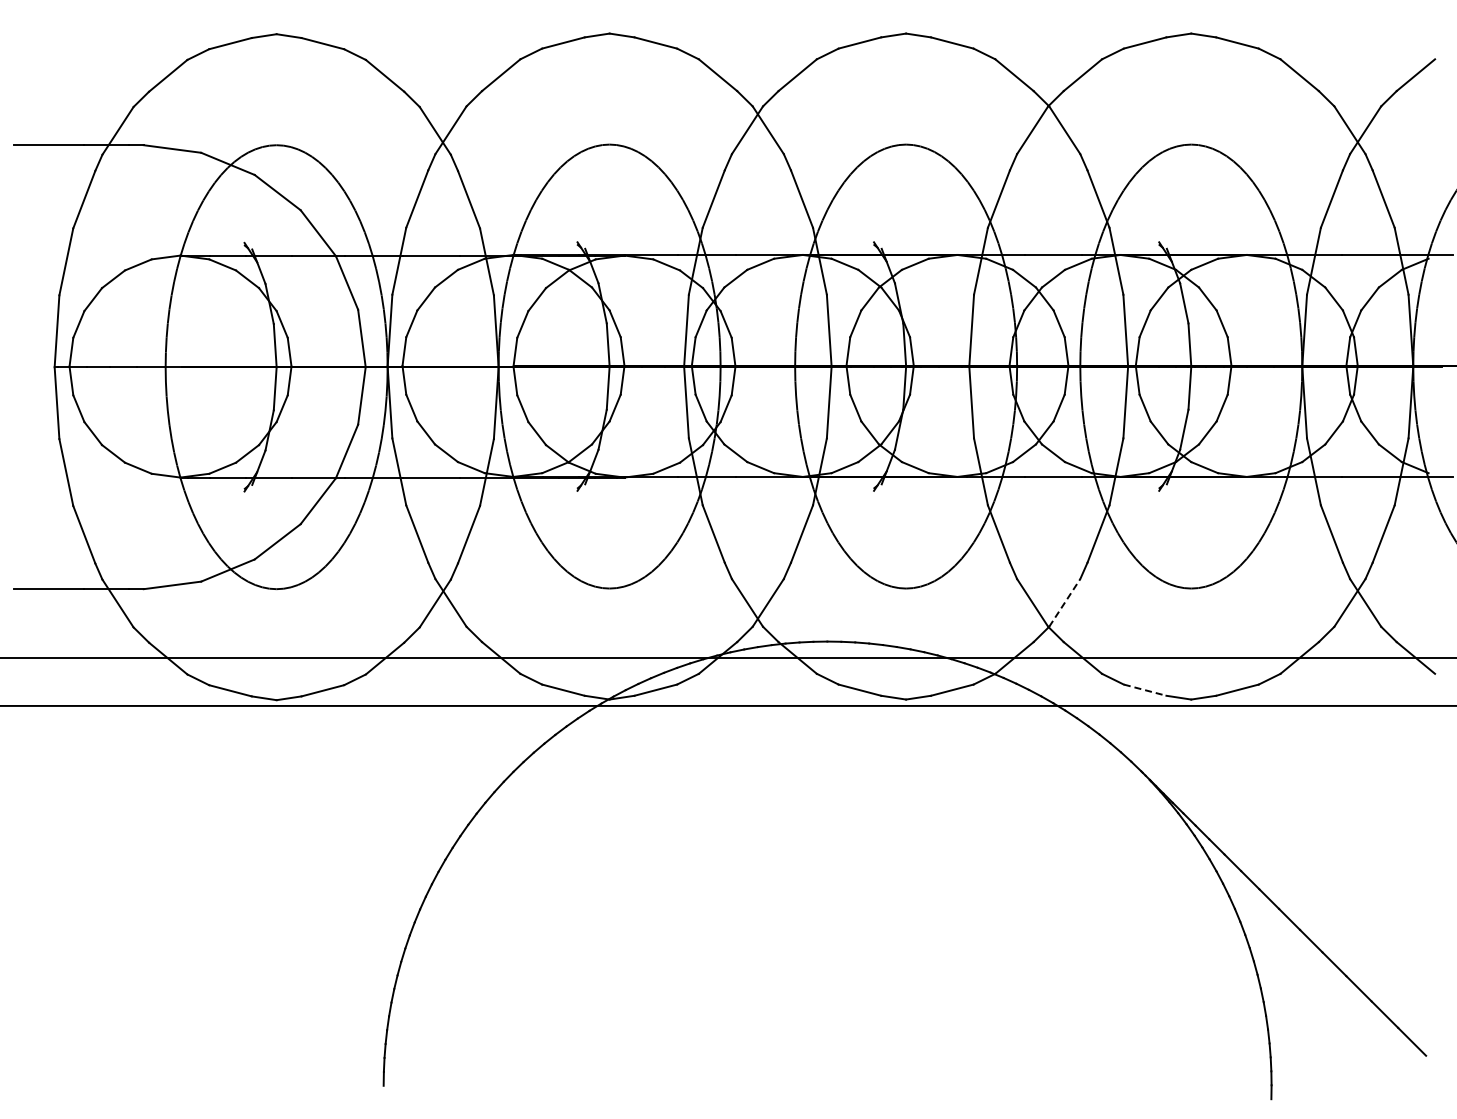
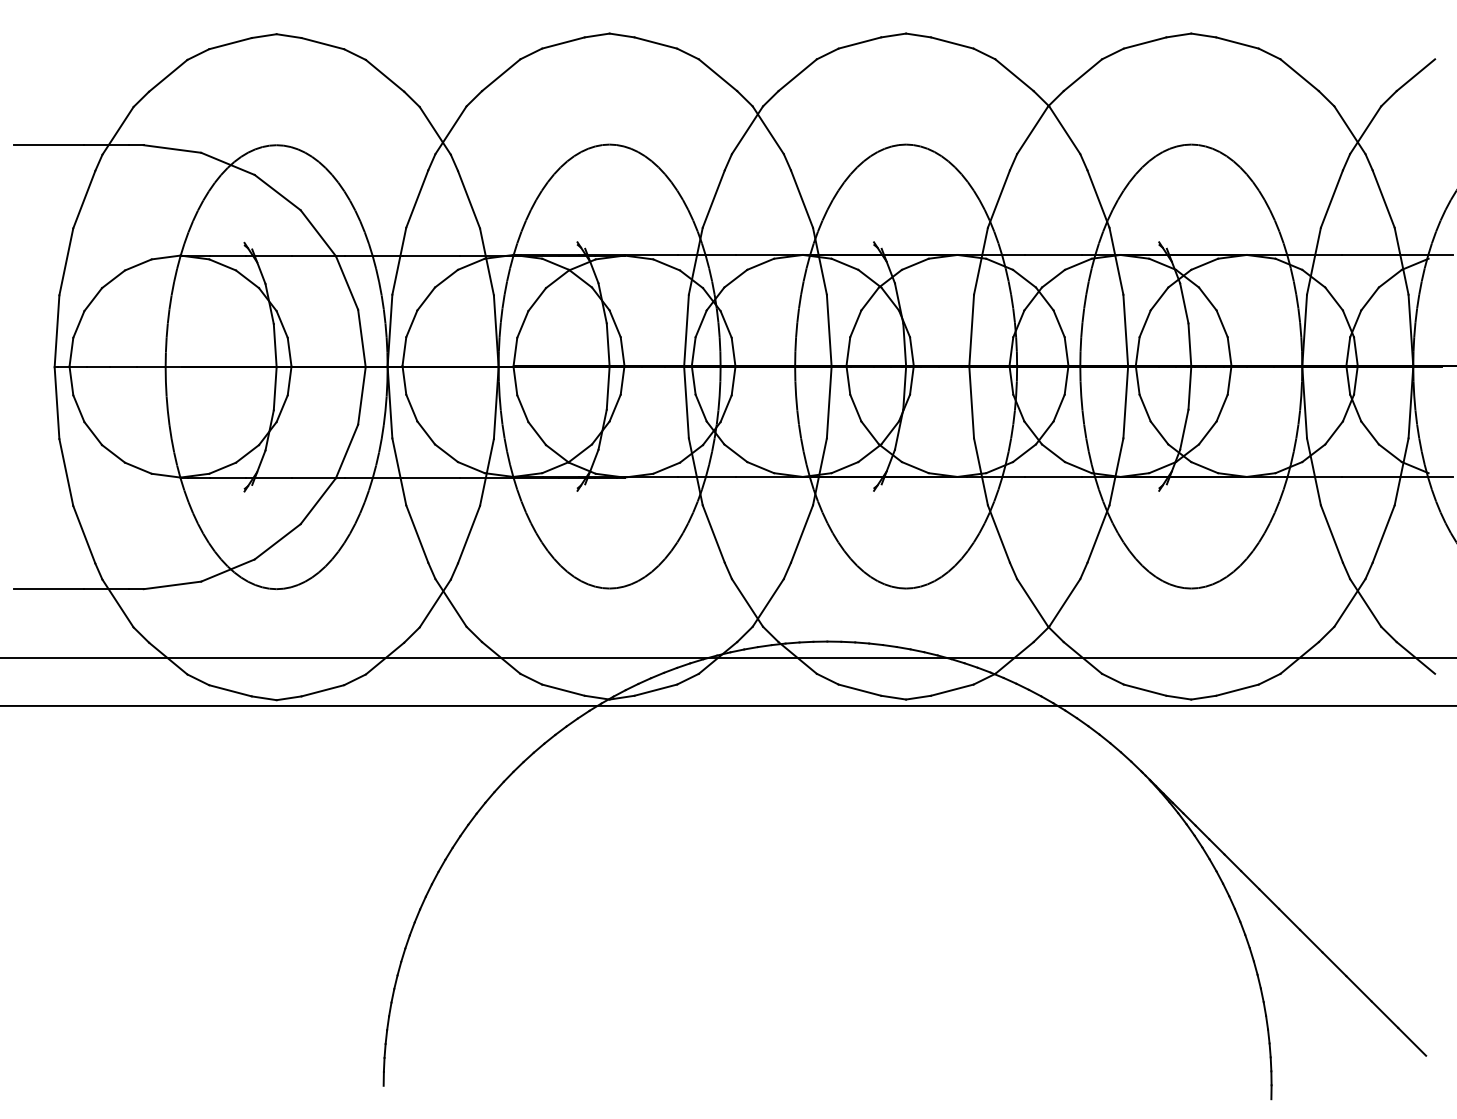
line at (1065, 602): dashed -> solid
line at (1145, 690): dashed -> solid
